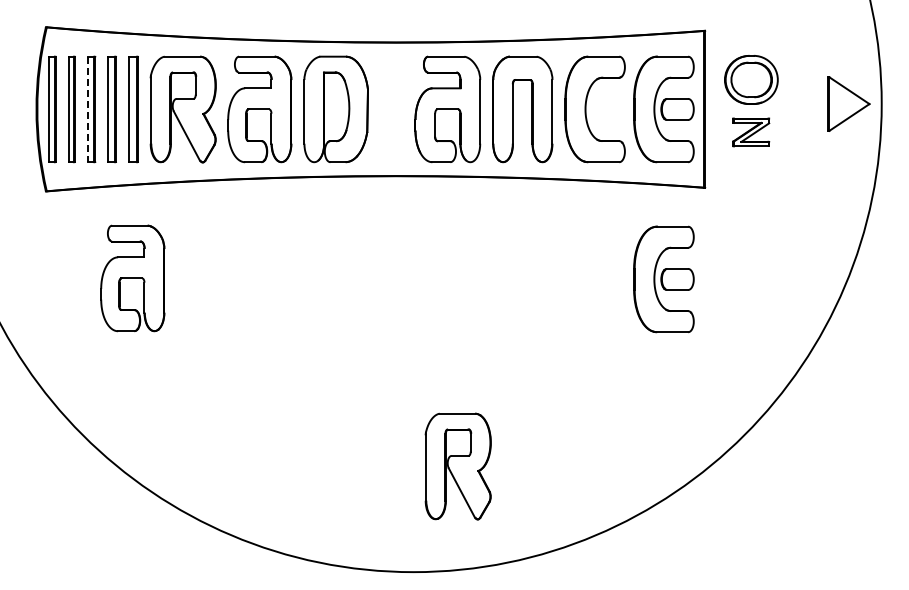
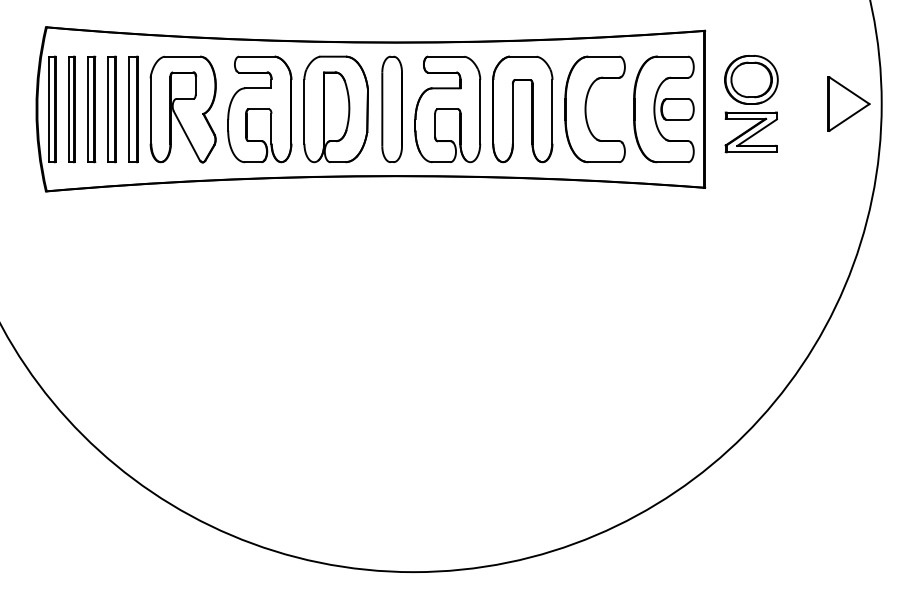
part at (391, 108): none -> present
line at (87, 109): dashed -> solid
part at (751, 132) size: 39x31 px -> 54x43 px
part at (132, 278): present -> none
part at (663, 279): present -> none
part at (457, 466): present -> none
